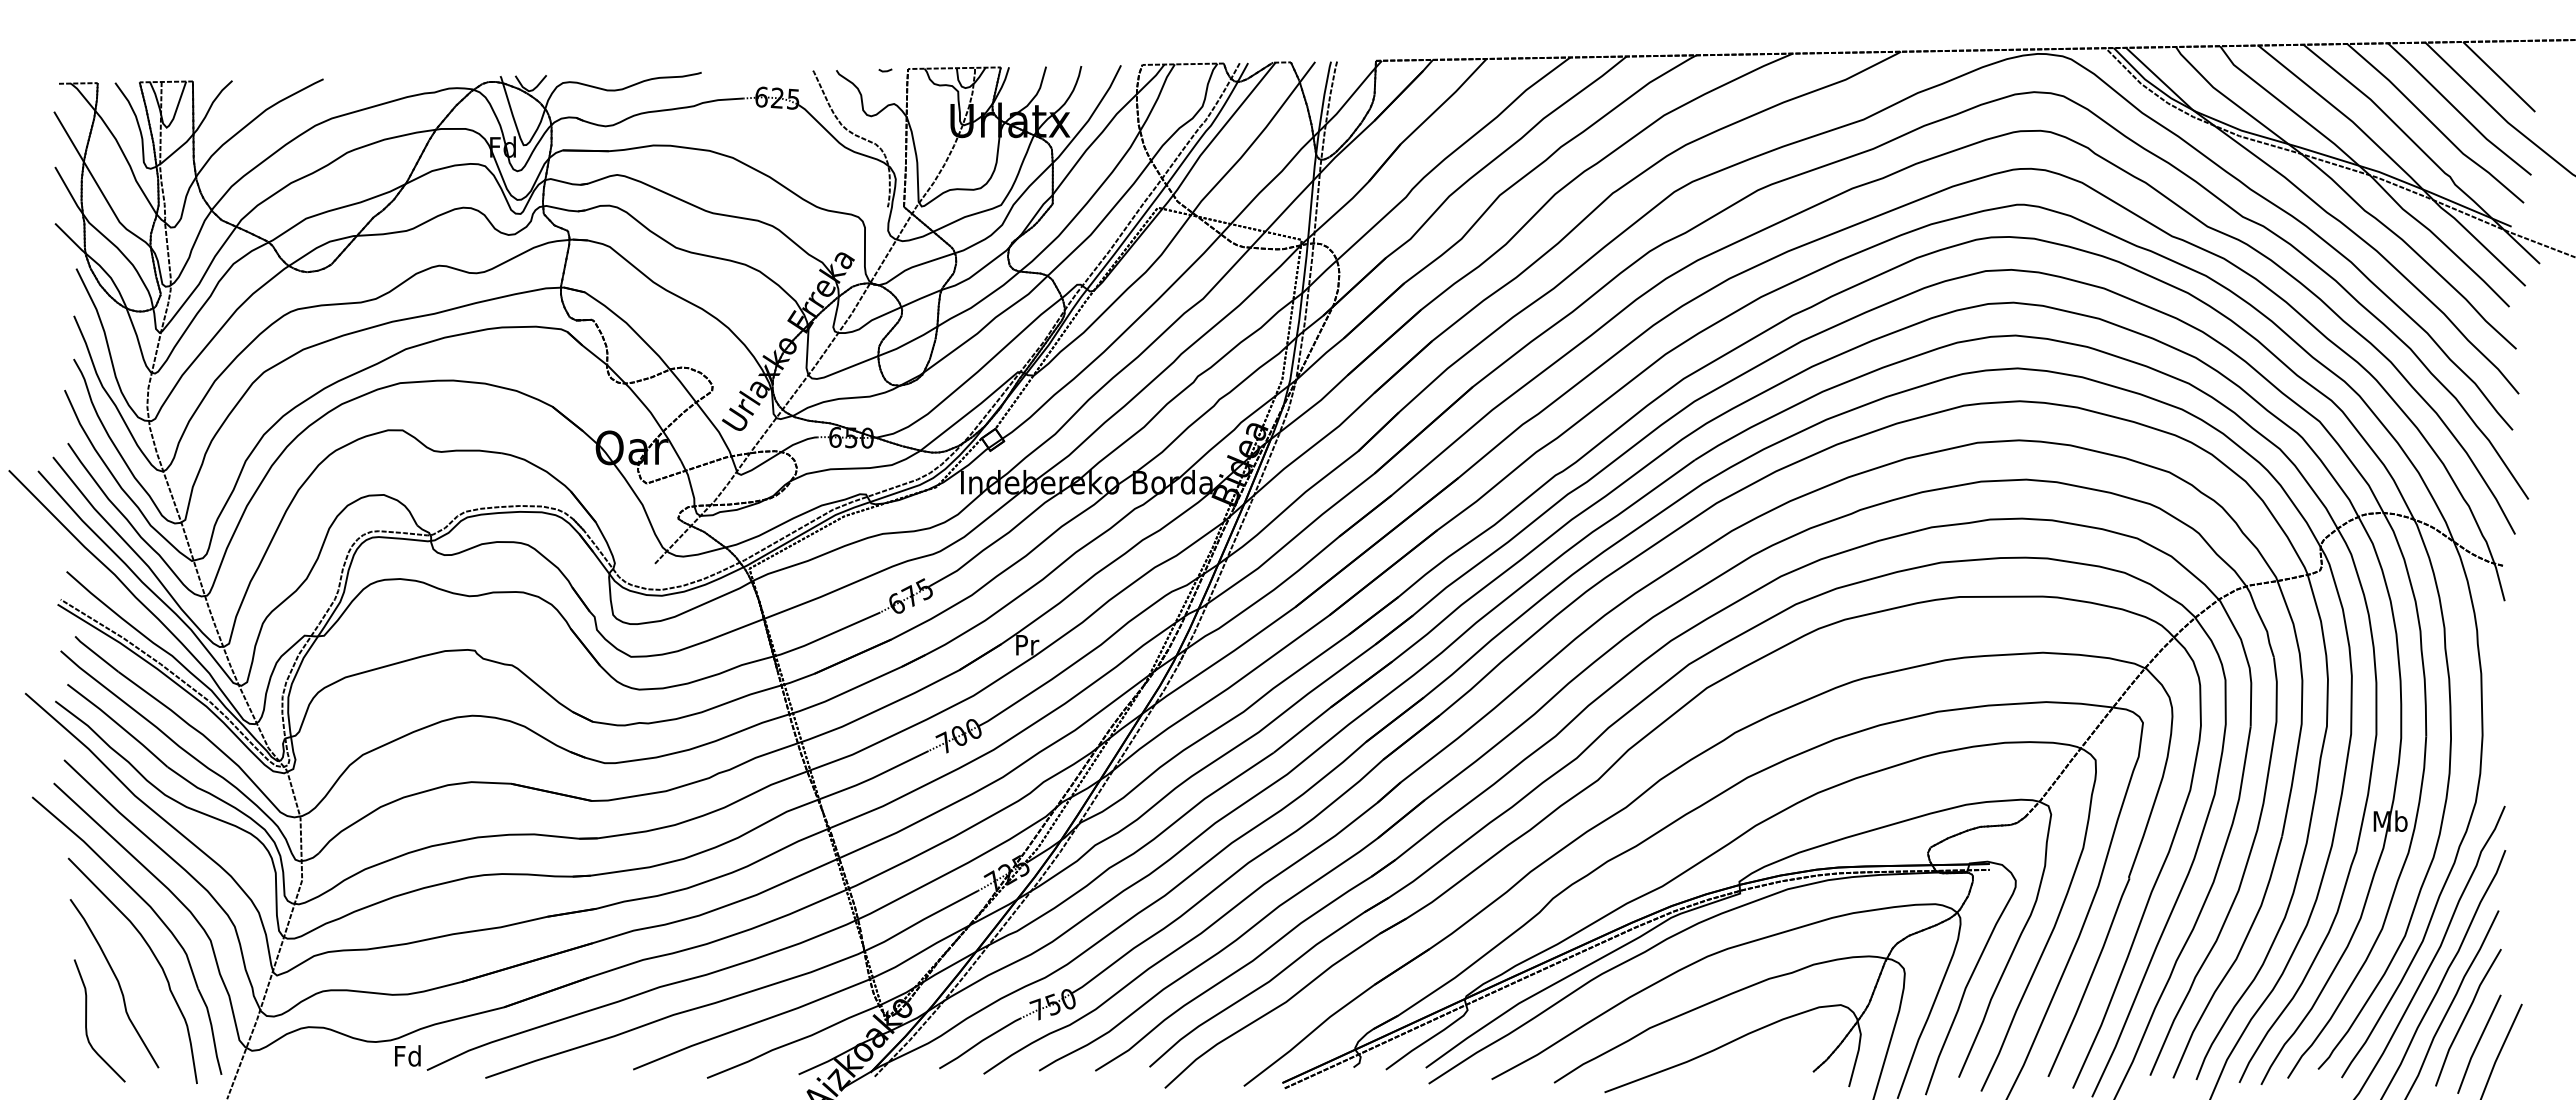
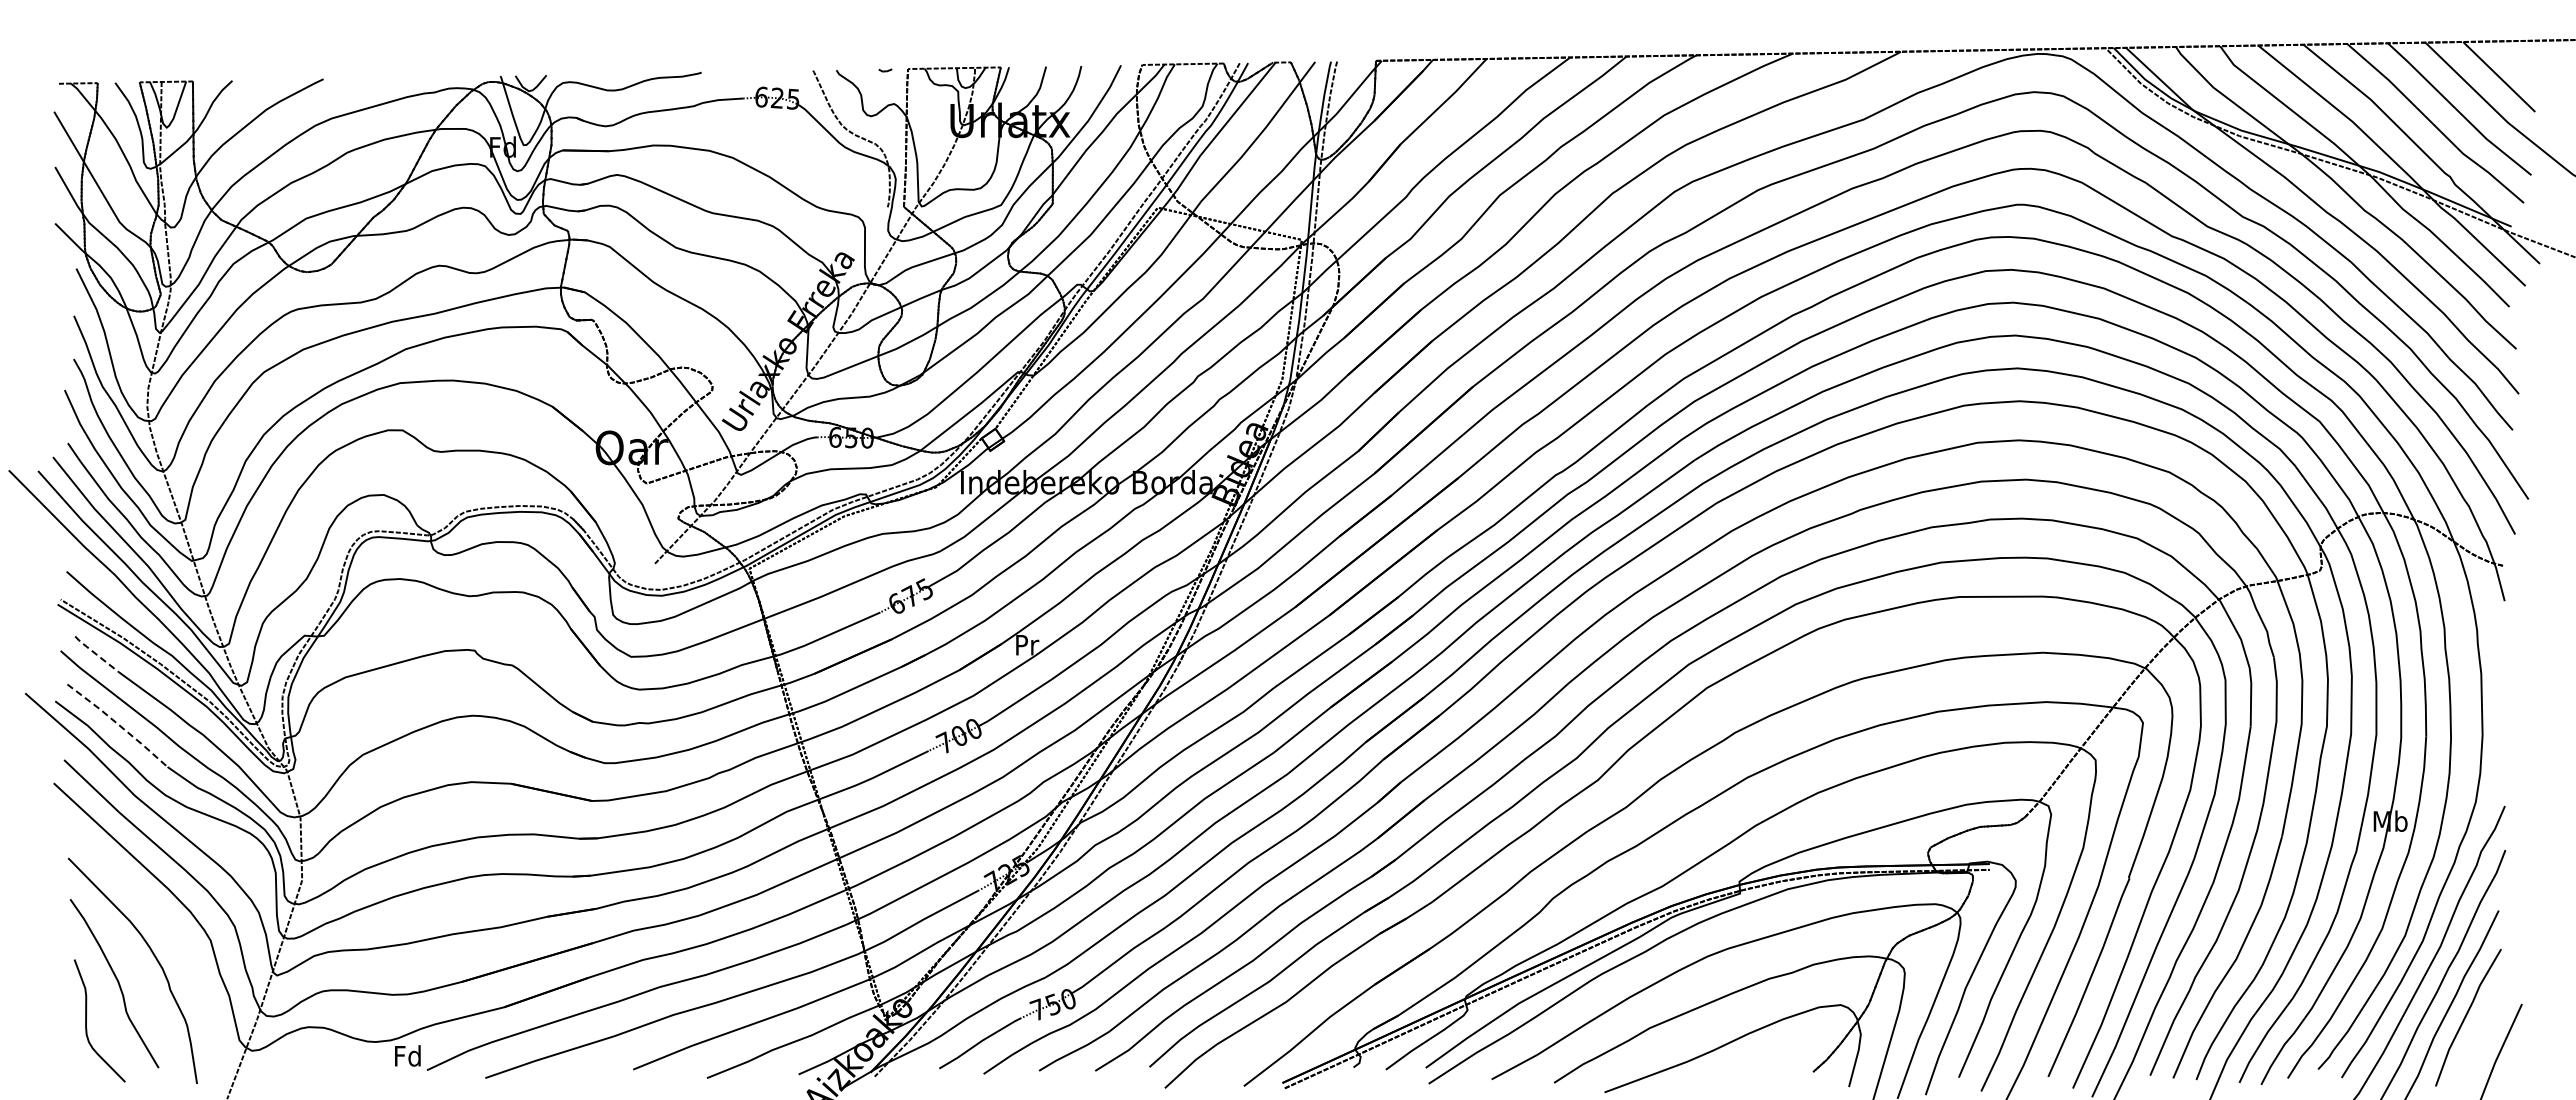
line at (95, 654): solid -> dashed
line at (118, 724): solid -> dashed
part at (153, 912): present -> none
line at (2479, 1042): present -> none
